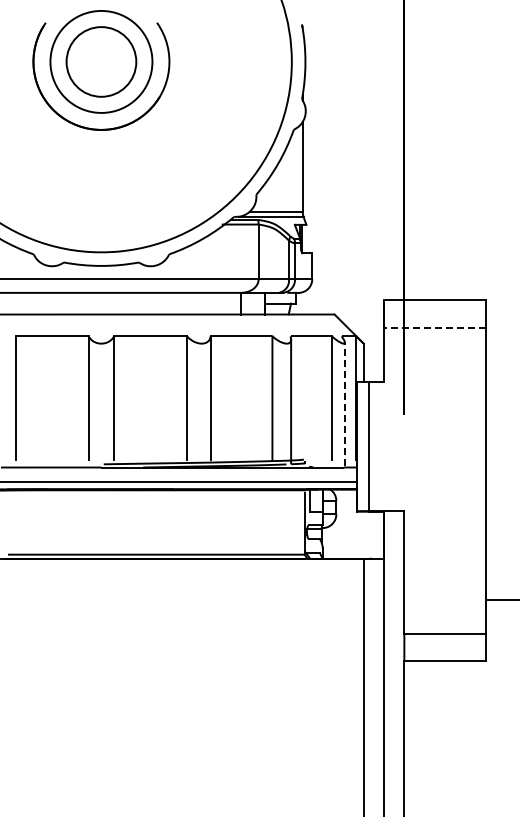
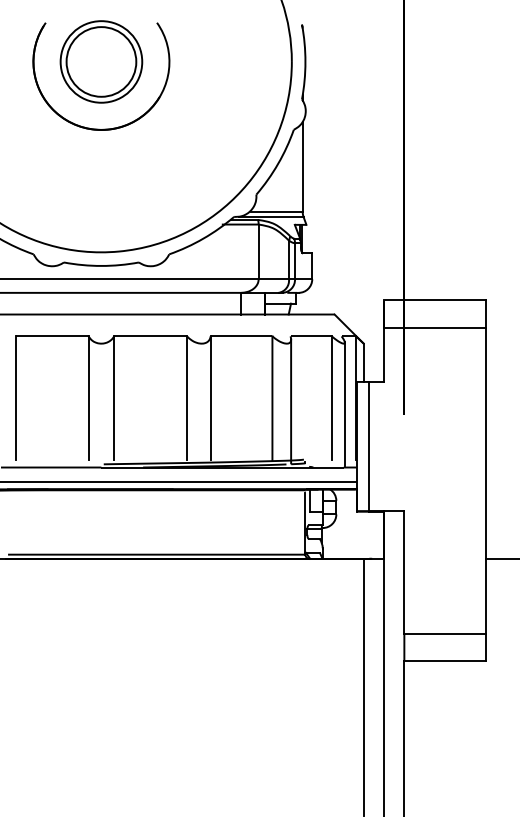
circle at (101, 61) diameter: 102 px -> 82 px
line at (434, 327): dashed -> solid
line at (344, 404): dashed -> solid
line at (500, 600) position: (500, 600) -> (500, 559)
